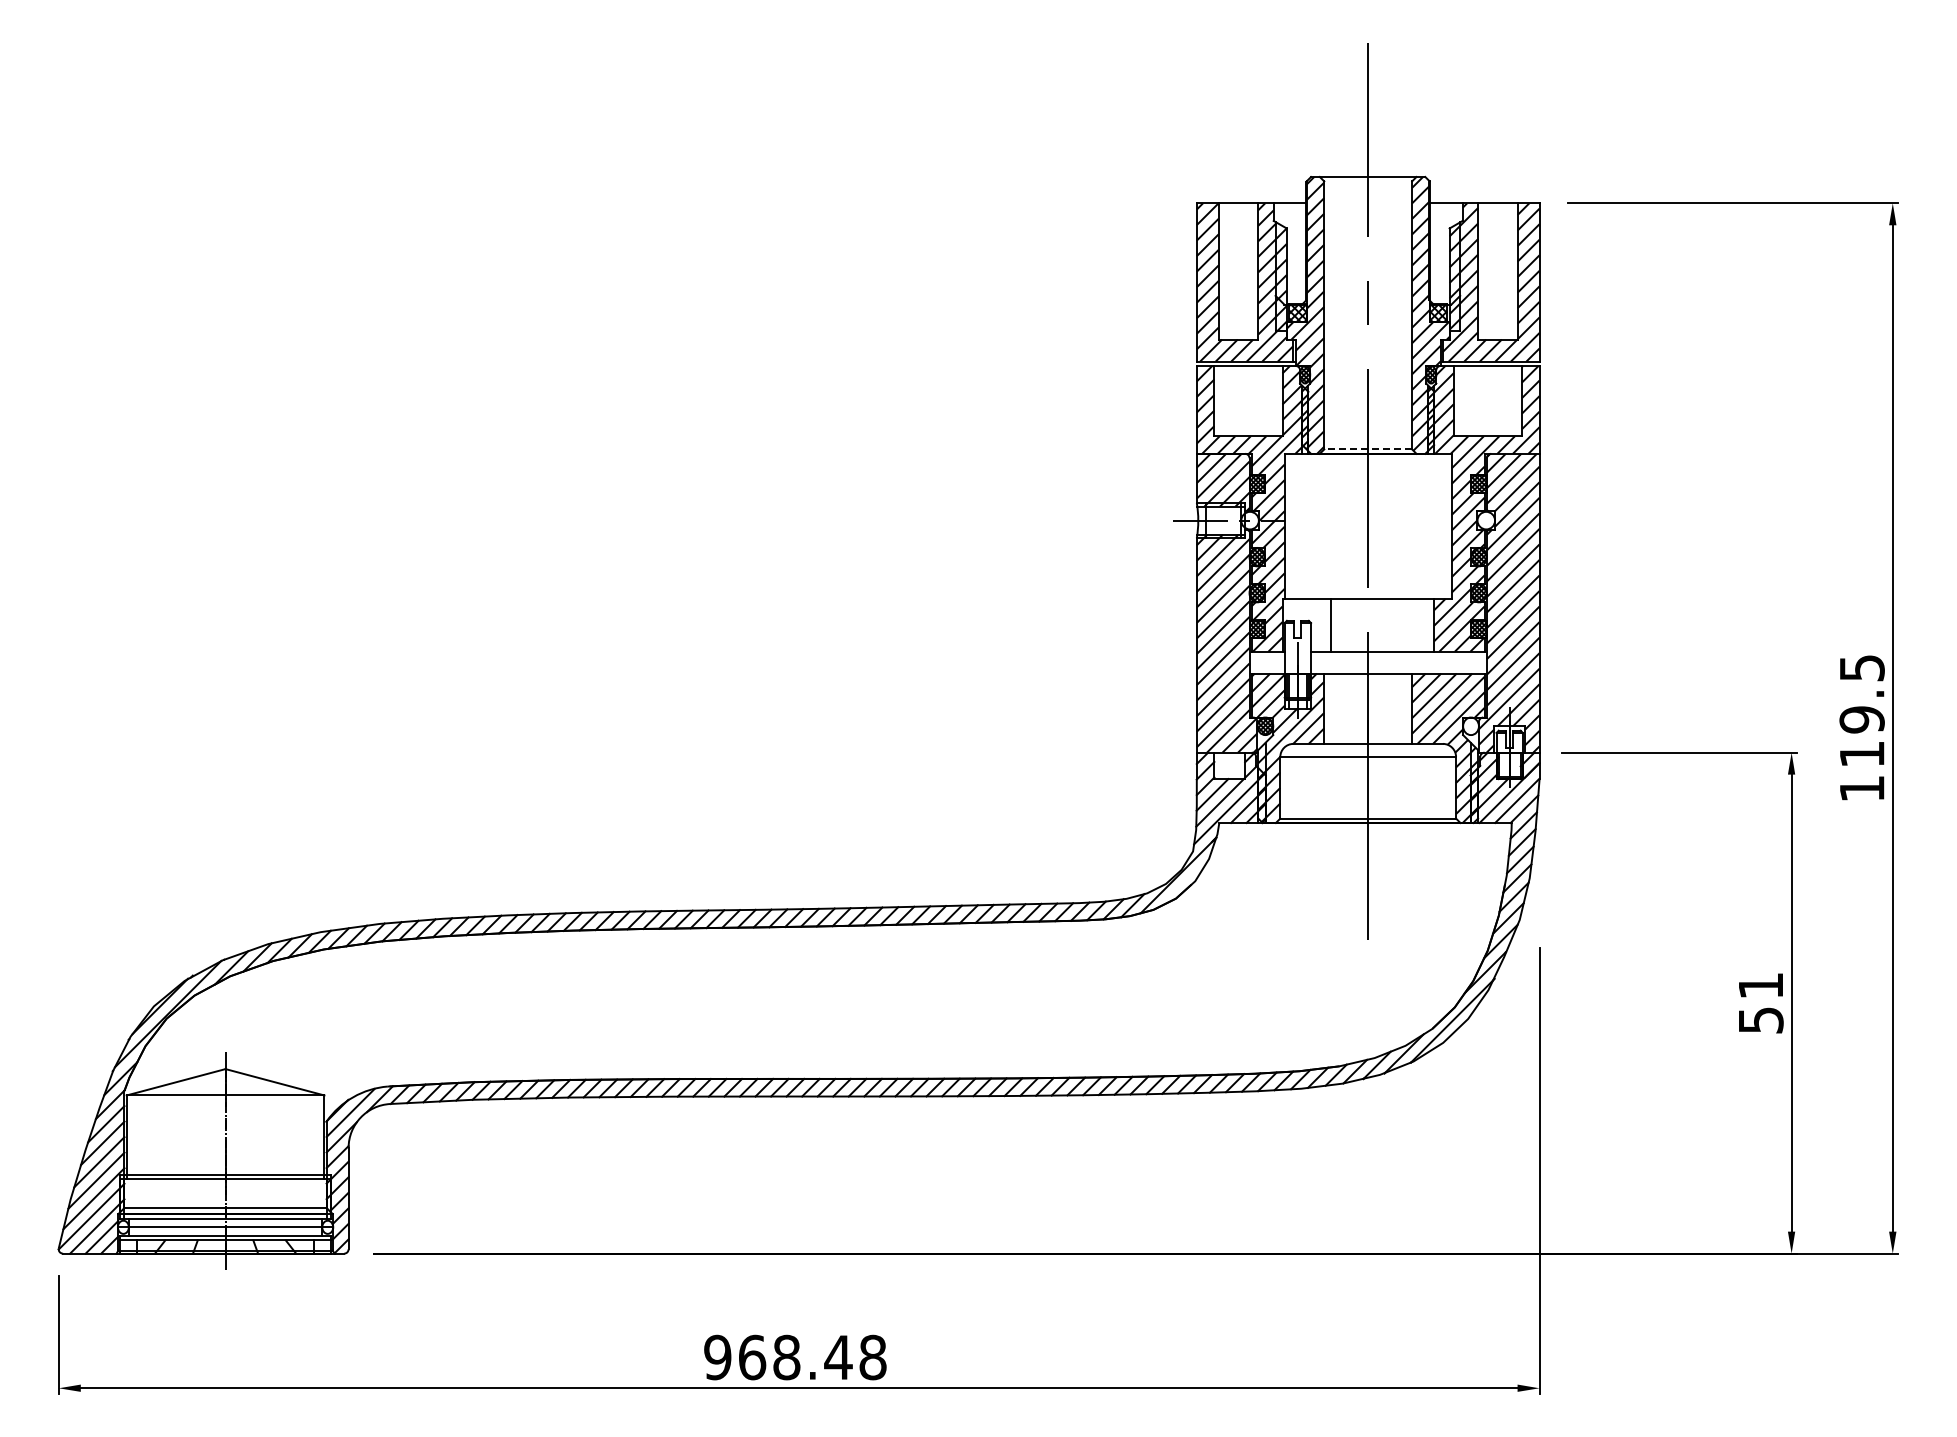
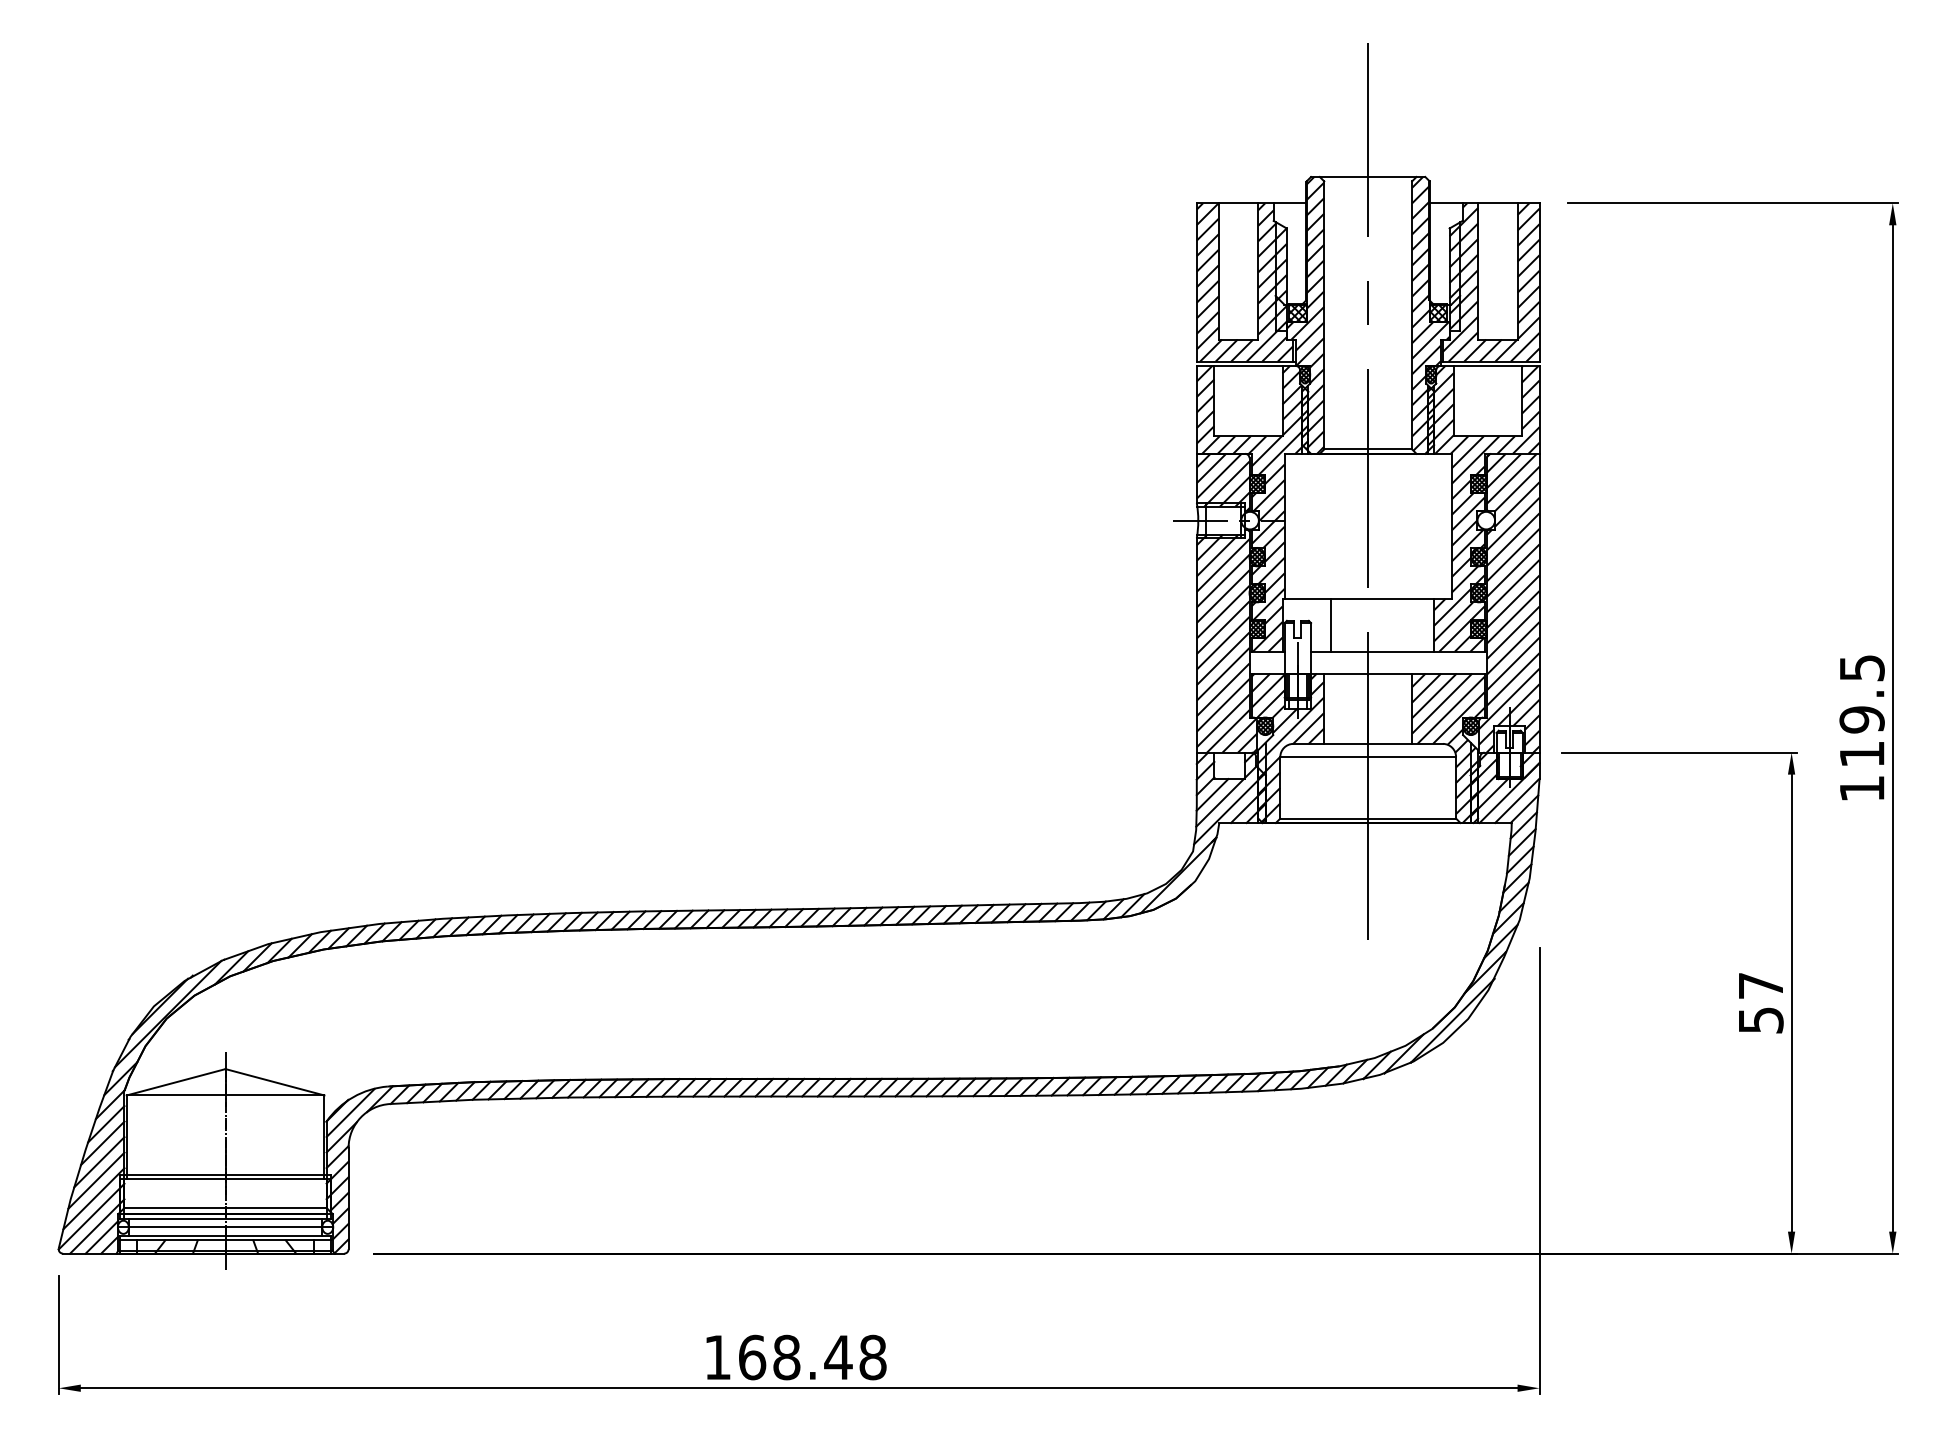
line at (1368, 449): dashed -> solid
hatch at (1470, 726): none -> present
text at (1760, 985): 51 -> 57
text at (717, 1357): 968.48 -> 168.48
